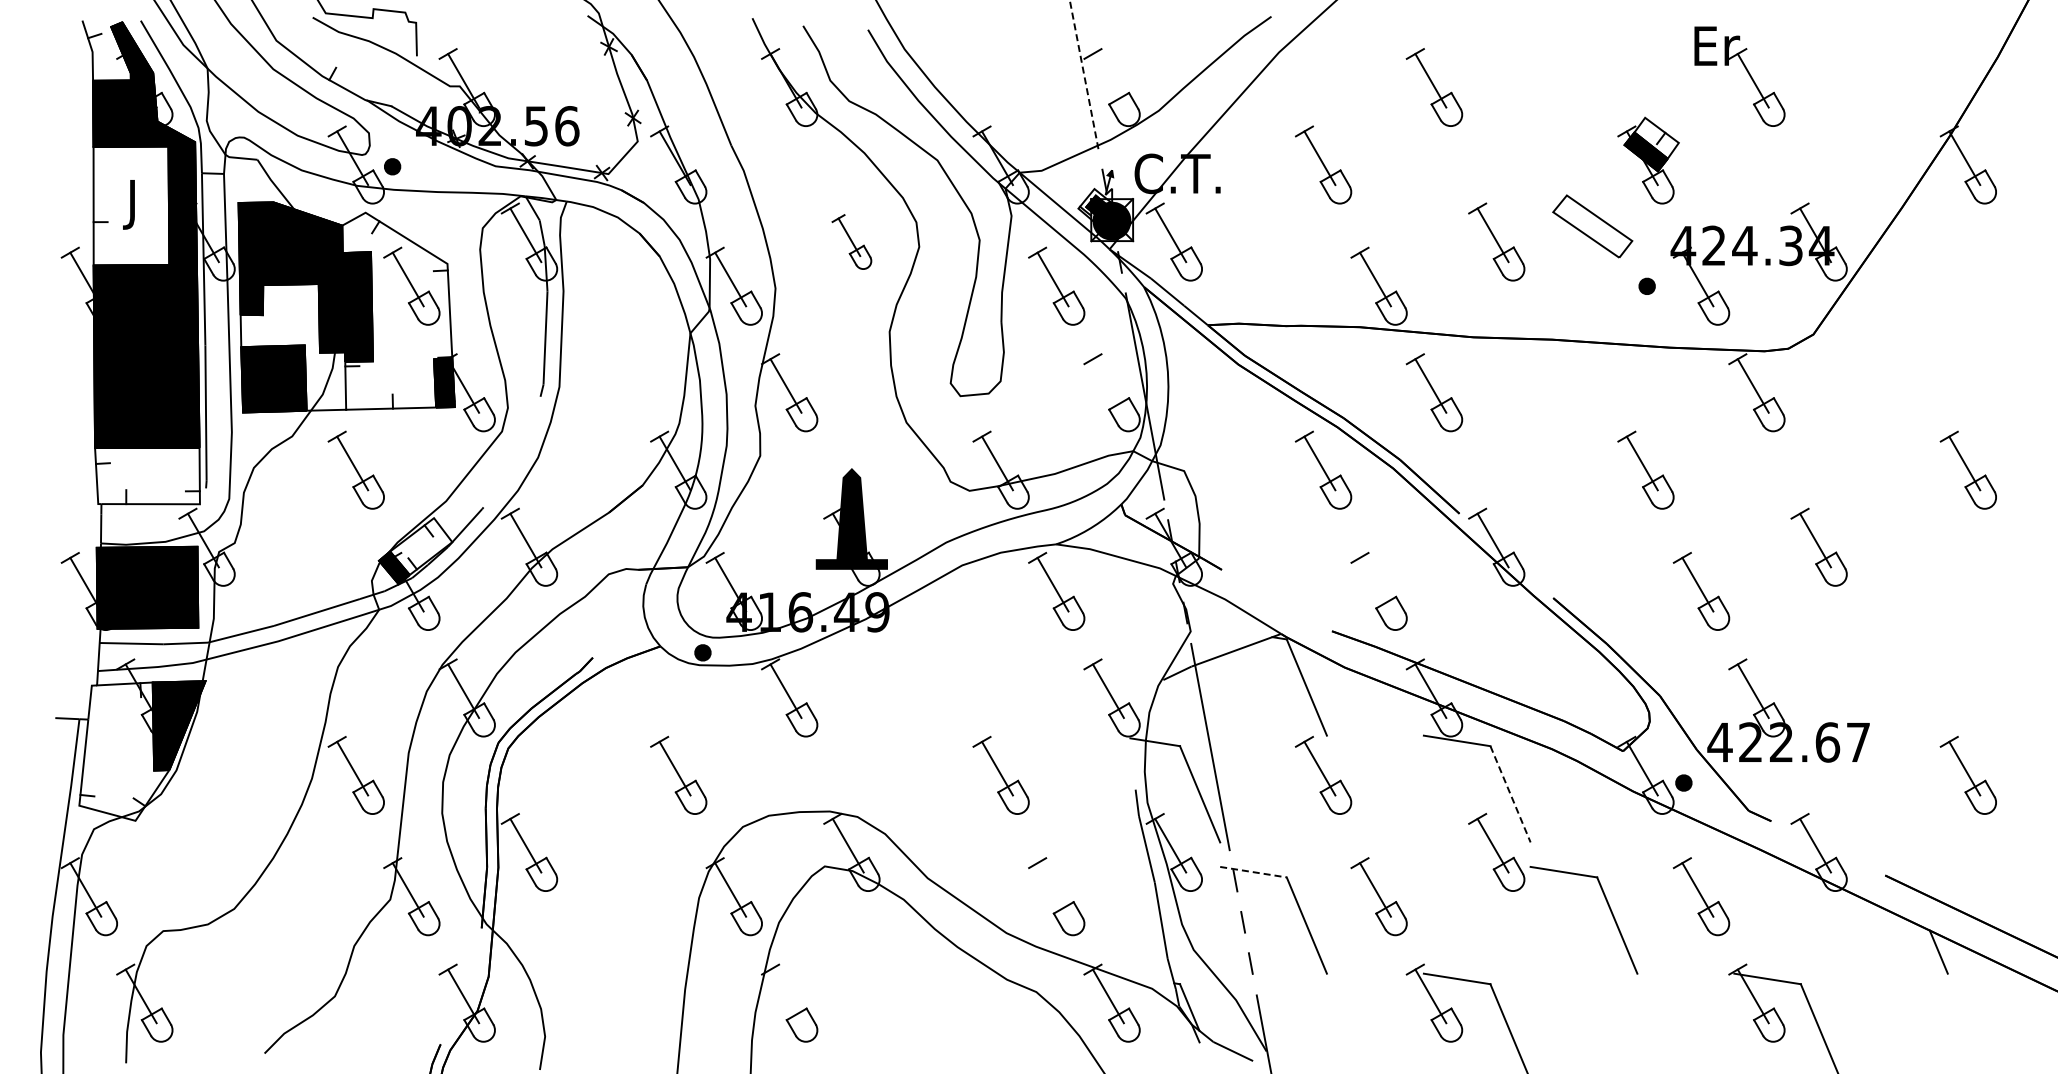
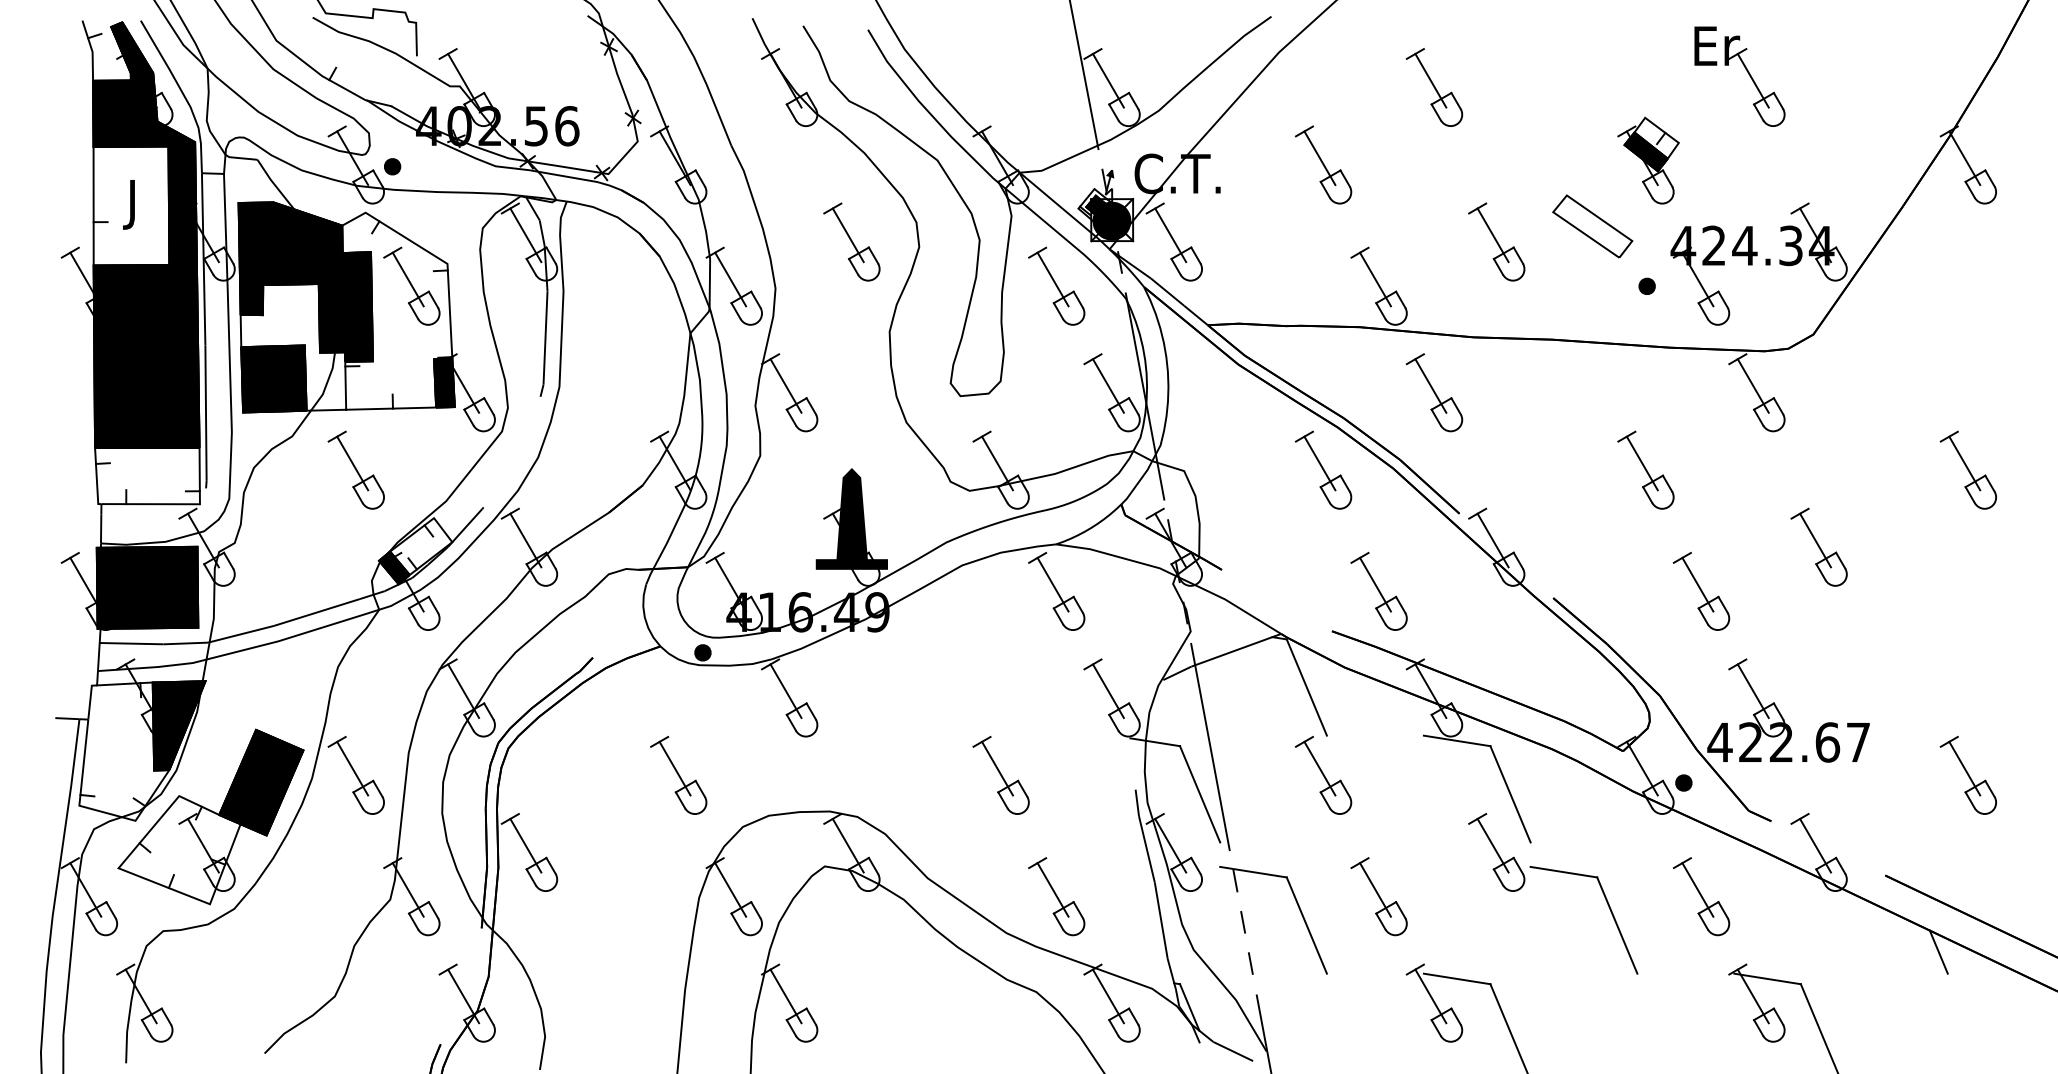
line at (1084, 74): dashed -> solid
line at (1107, 80): none -> present
part at (851, 241) size: 42x56 px -> 58x80 px
line at (1107, 385): none -> present
line at (1375, 584): none -> present
line at (1510, 794): dashed -> solid
part at (210, 816): none -> present
line at (1253, 872): dashed -> solid
line at (1052, 889): none -> present
line at (785, 996): none -> present
